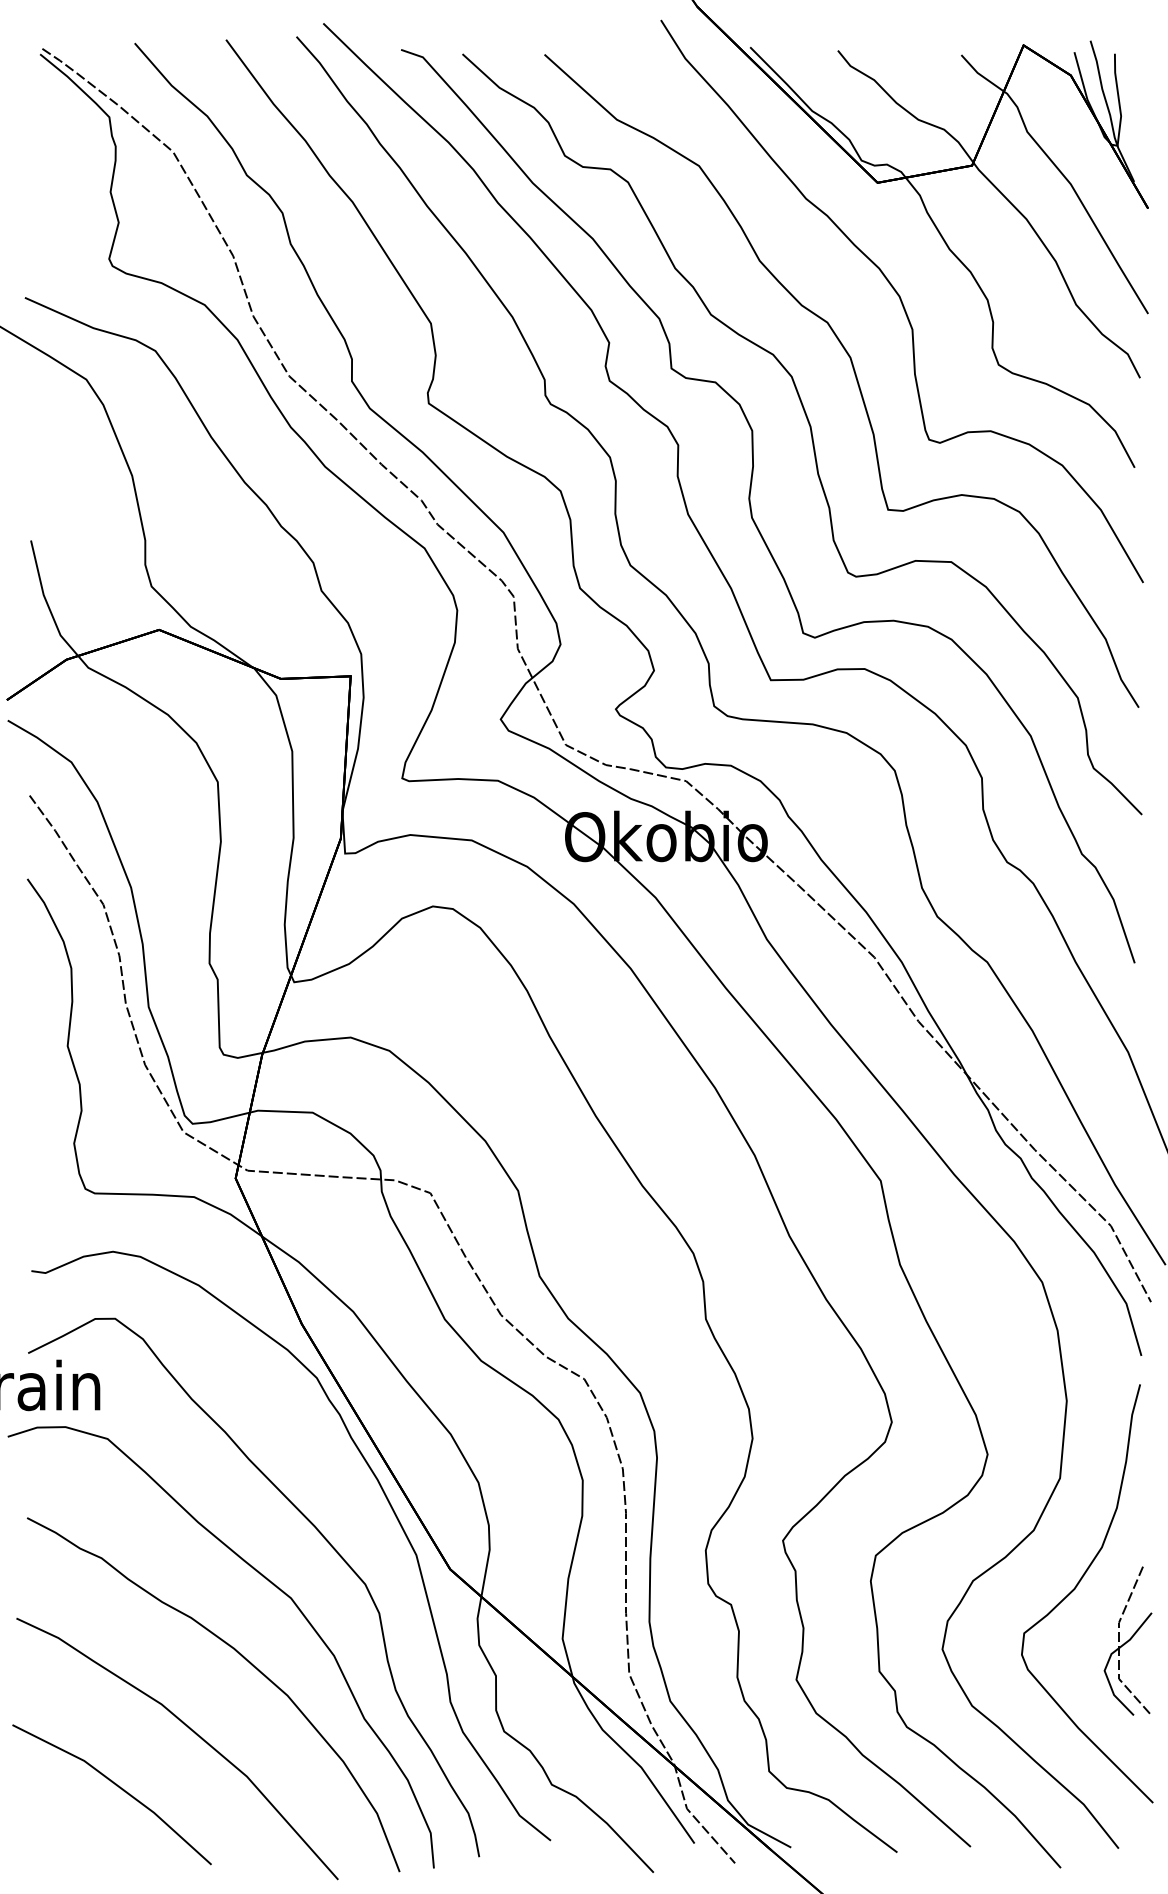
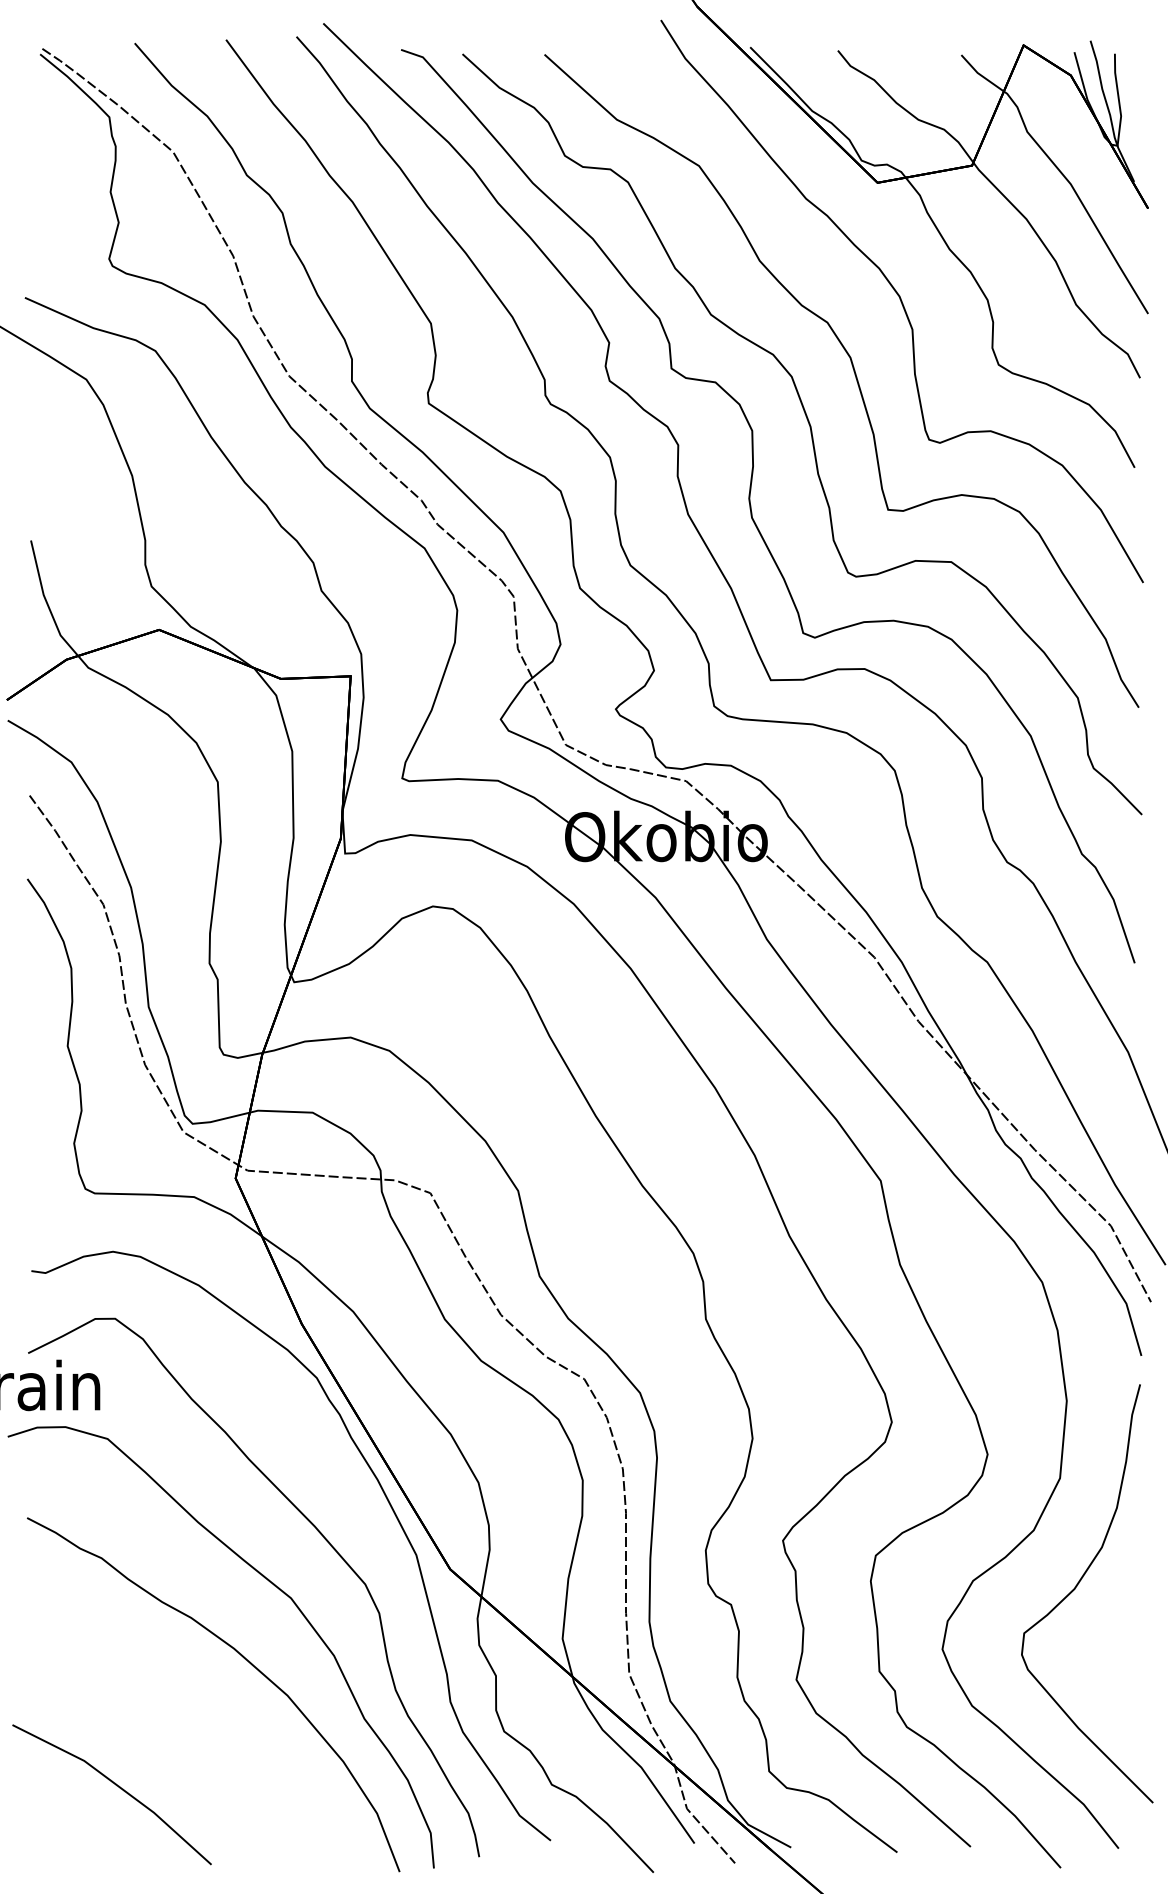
part at (1127, 1640): present -> none
curve at (190, 1730): present -> none
